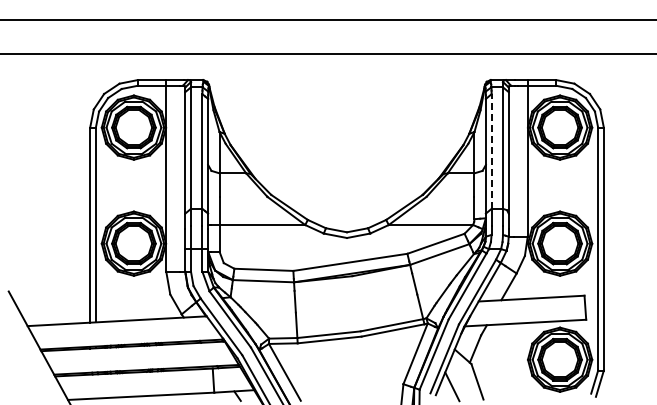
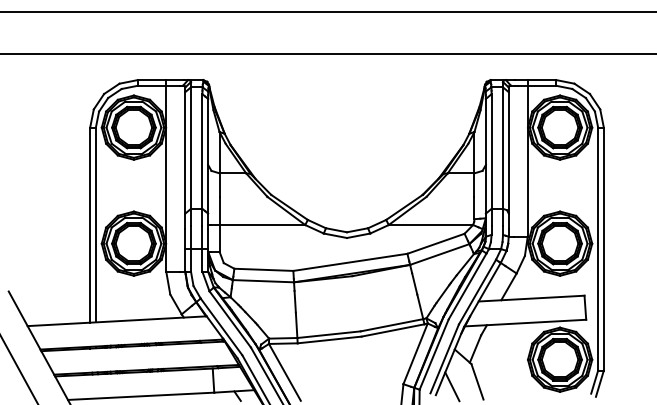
line at (327, 19) position: (327, 19) -> (327, 11)
line at (491, 150): dashed -> solid
line at (19, 369): none -> present
